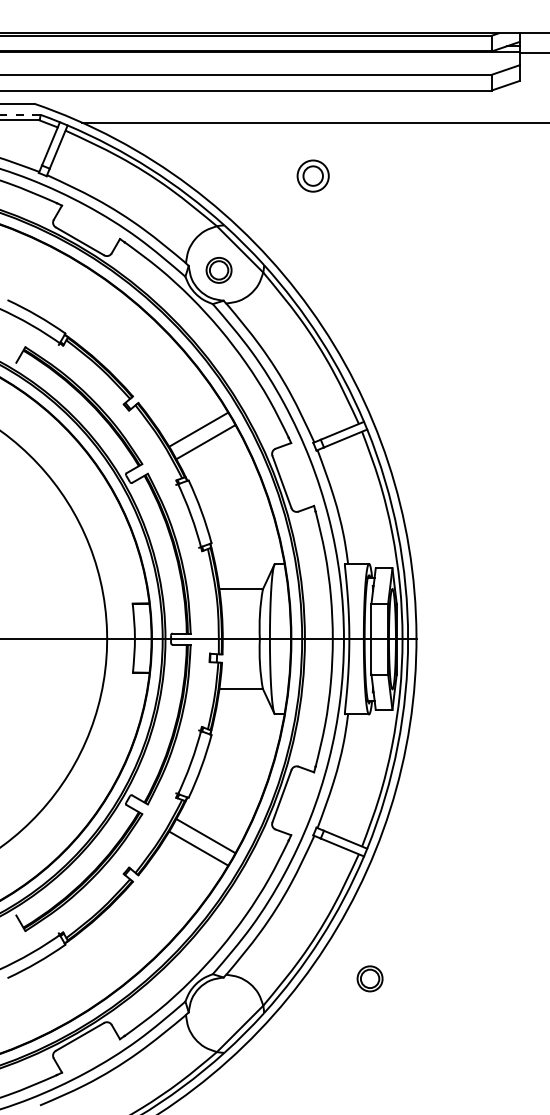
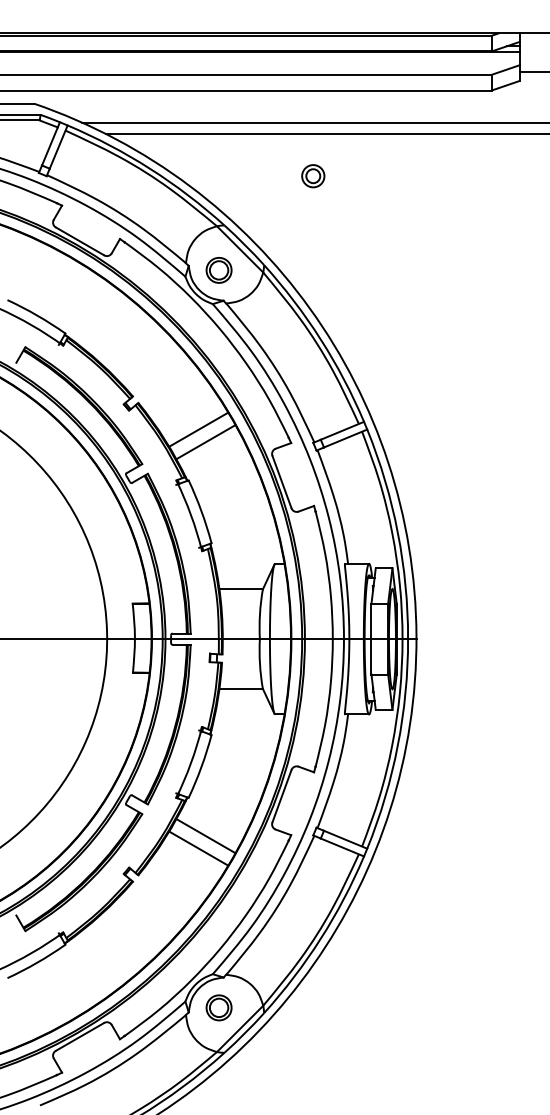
line at (532, 53) position: (532, 53) -> (532, 72)
line at (20, 114): dashed -> solid
line at (325, 133): none -> present
part at (312, 175) size: 34x34 px -> 25x25 px
part at (369, 978) position: (369, 978) -> (218, 1007)
